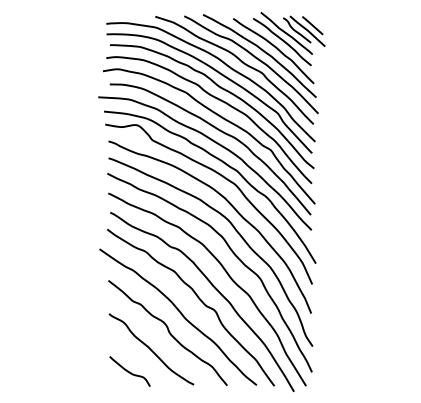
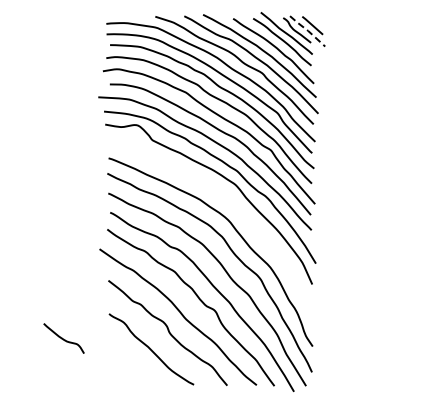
line at (308, 30): solid -> dashed
curve at (230, 205): present -> none
curve at (129, 371) position: (129, 371) -> (63, 338)
